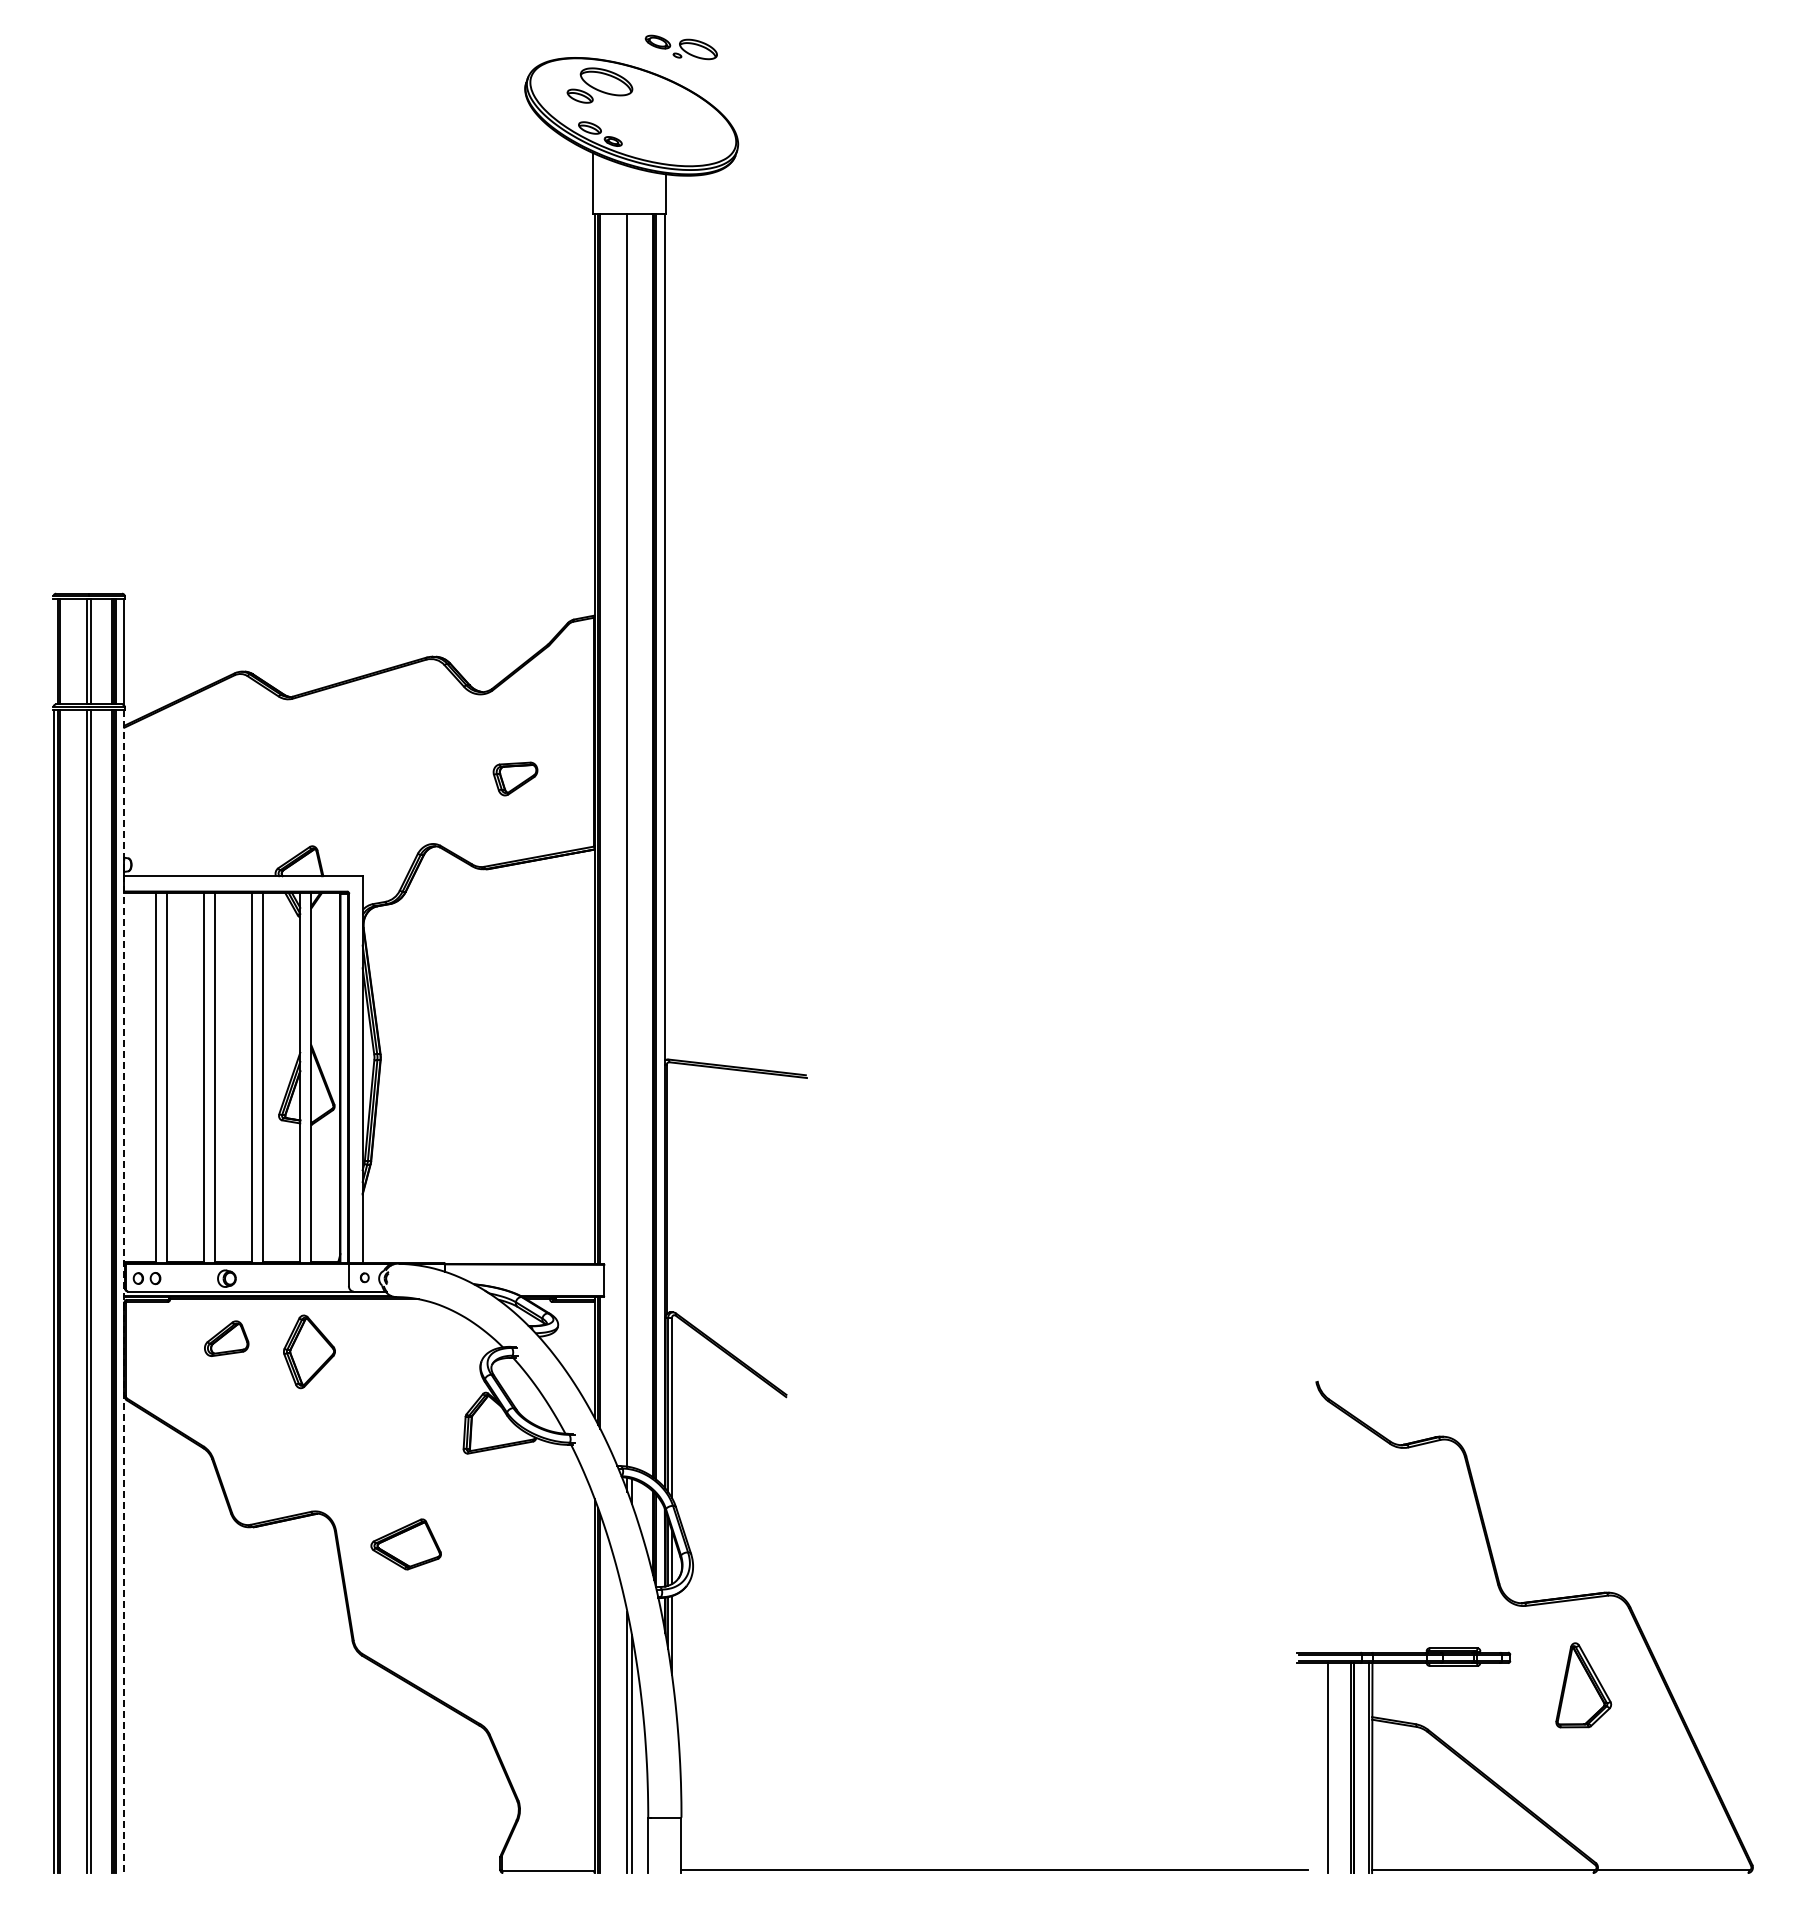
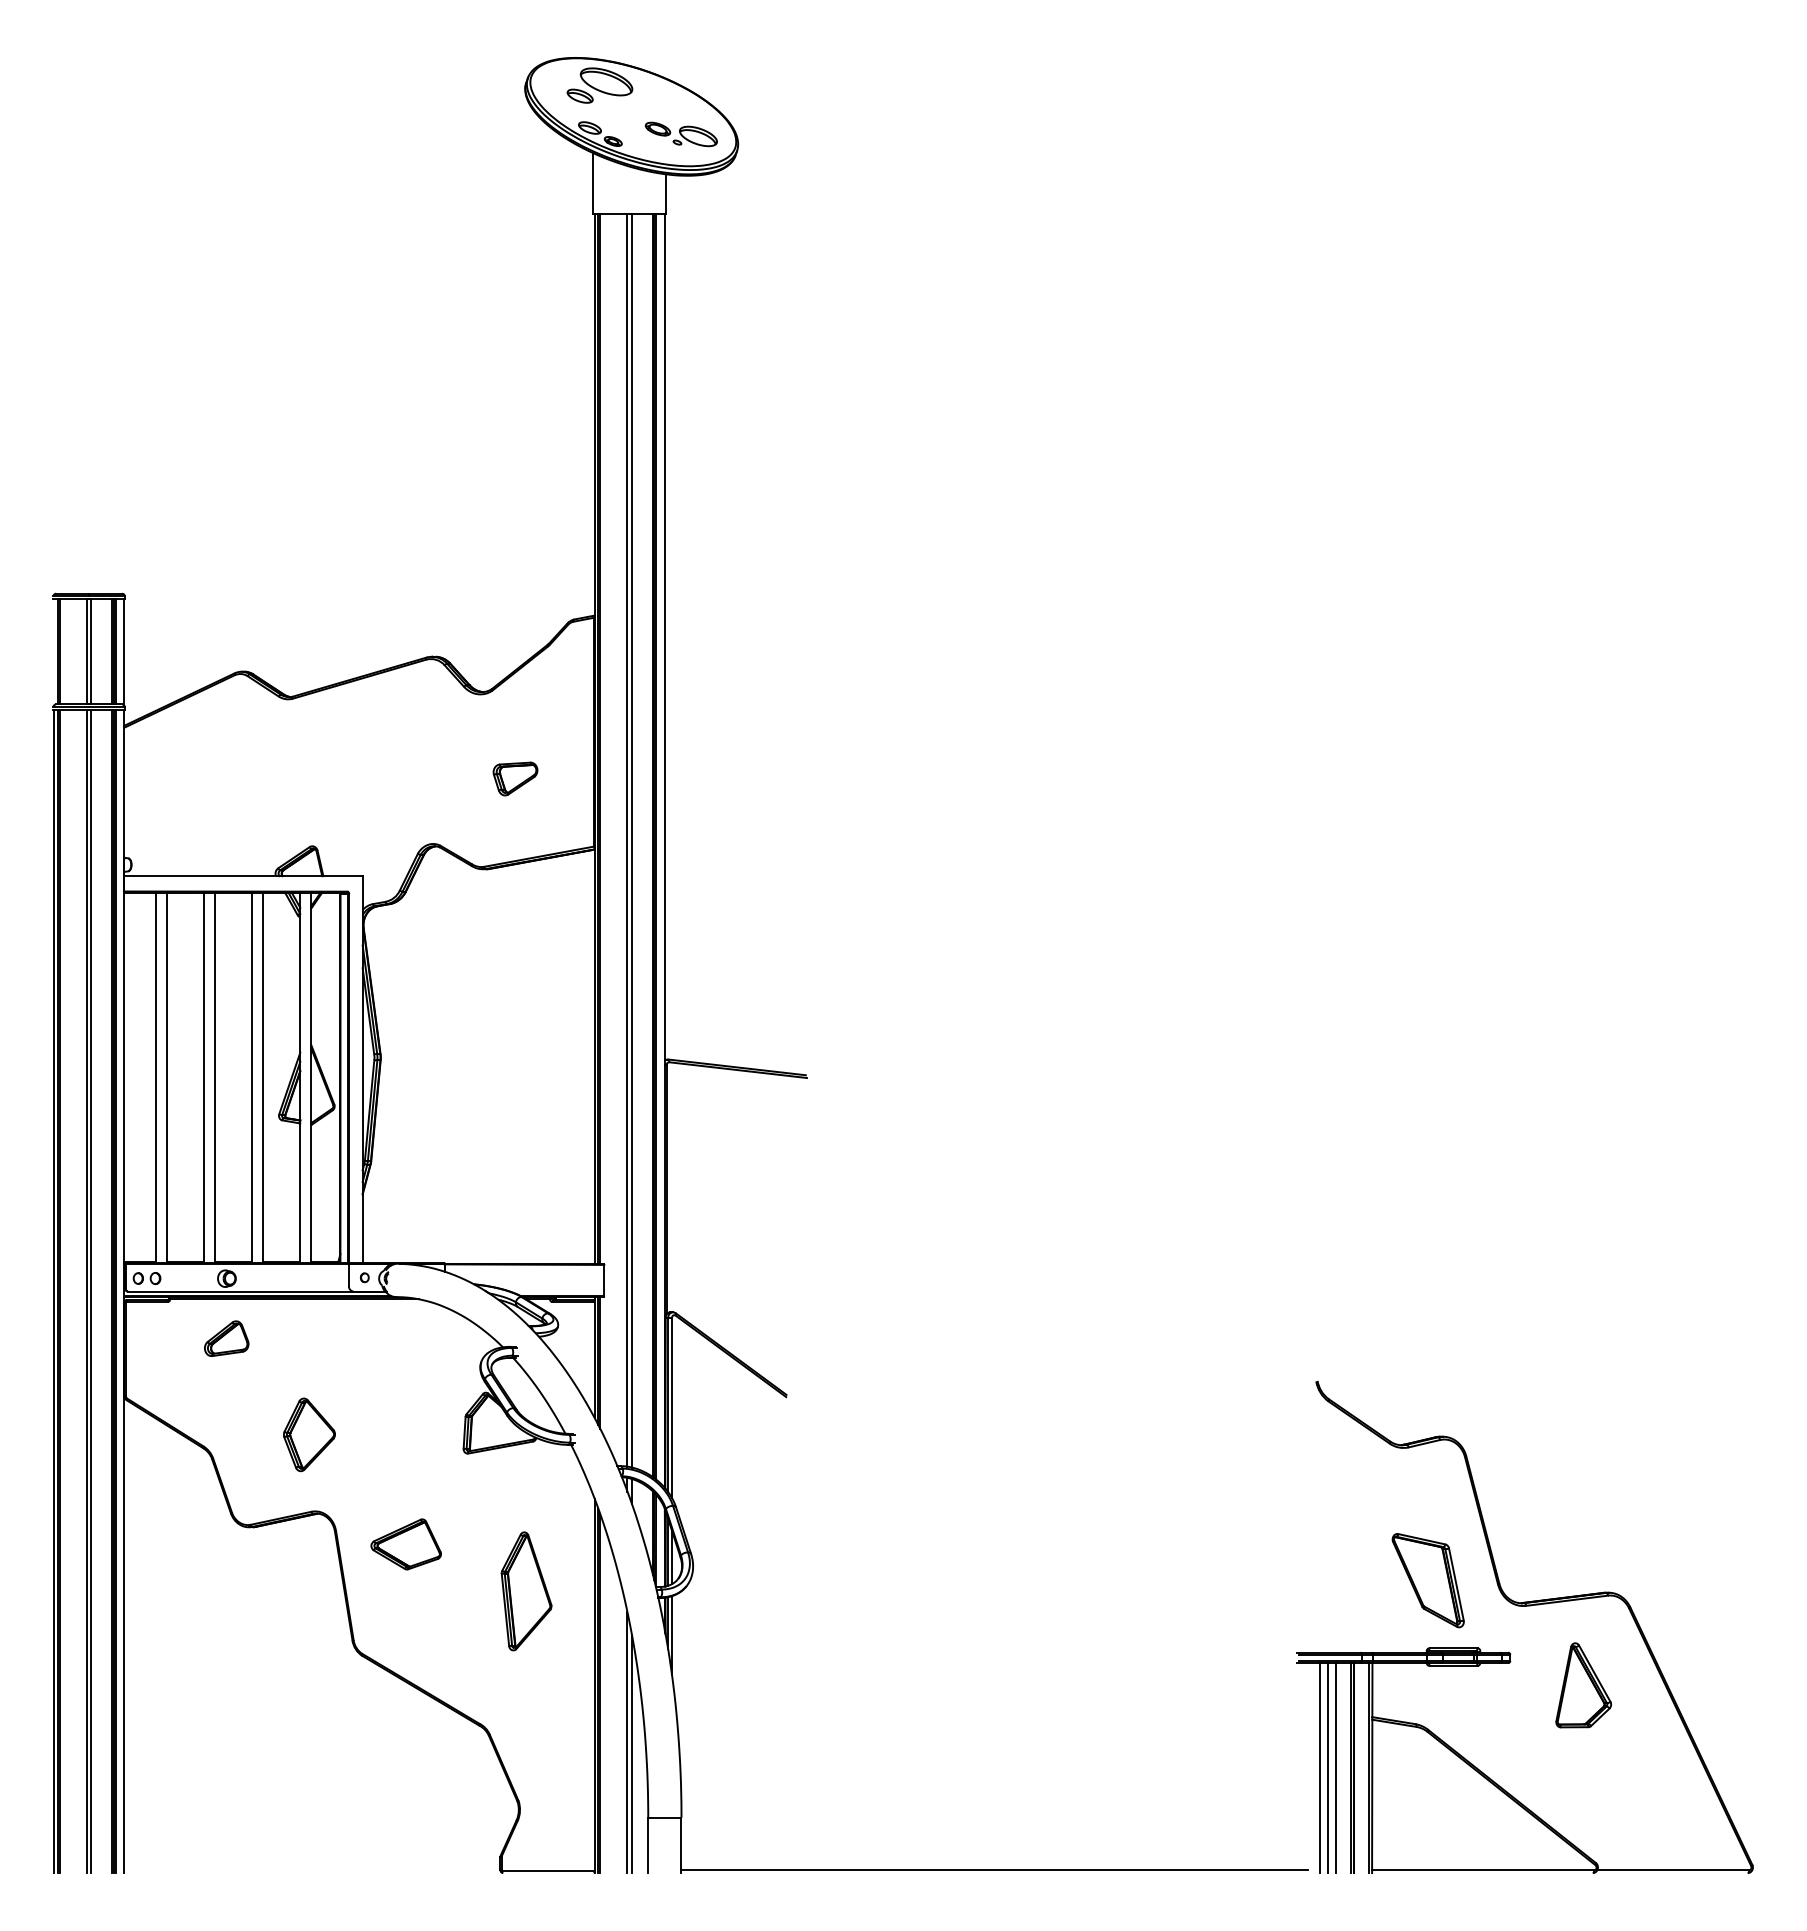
part at (680, 47) position: (680, 47) -> (680, 134)
line at (631, 840): none -> present
line at (124, 1291): dashed -> solid
part at (309, 1351) position: (309, 1351) -> (309, 1434)
part at (1427, 1580): none -> present
part at (526, 1591): none -> present
line at (1319, 1768): none -> present
line at (1335, 1768): none -> present
